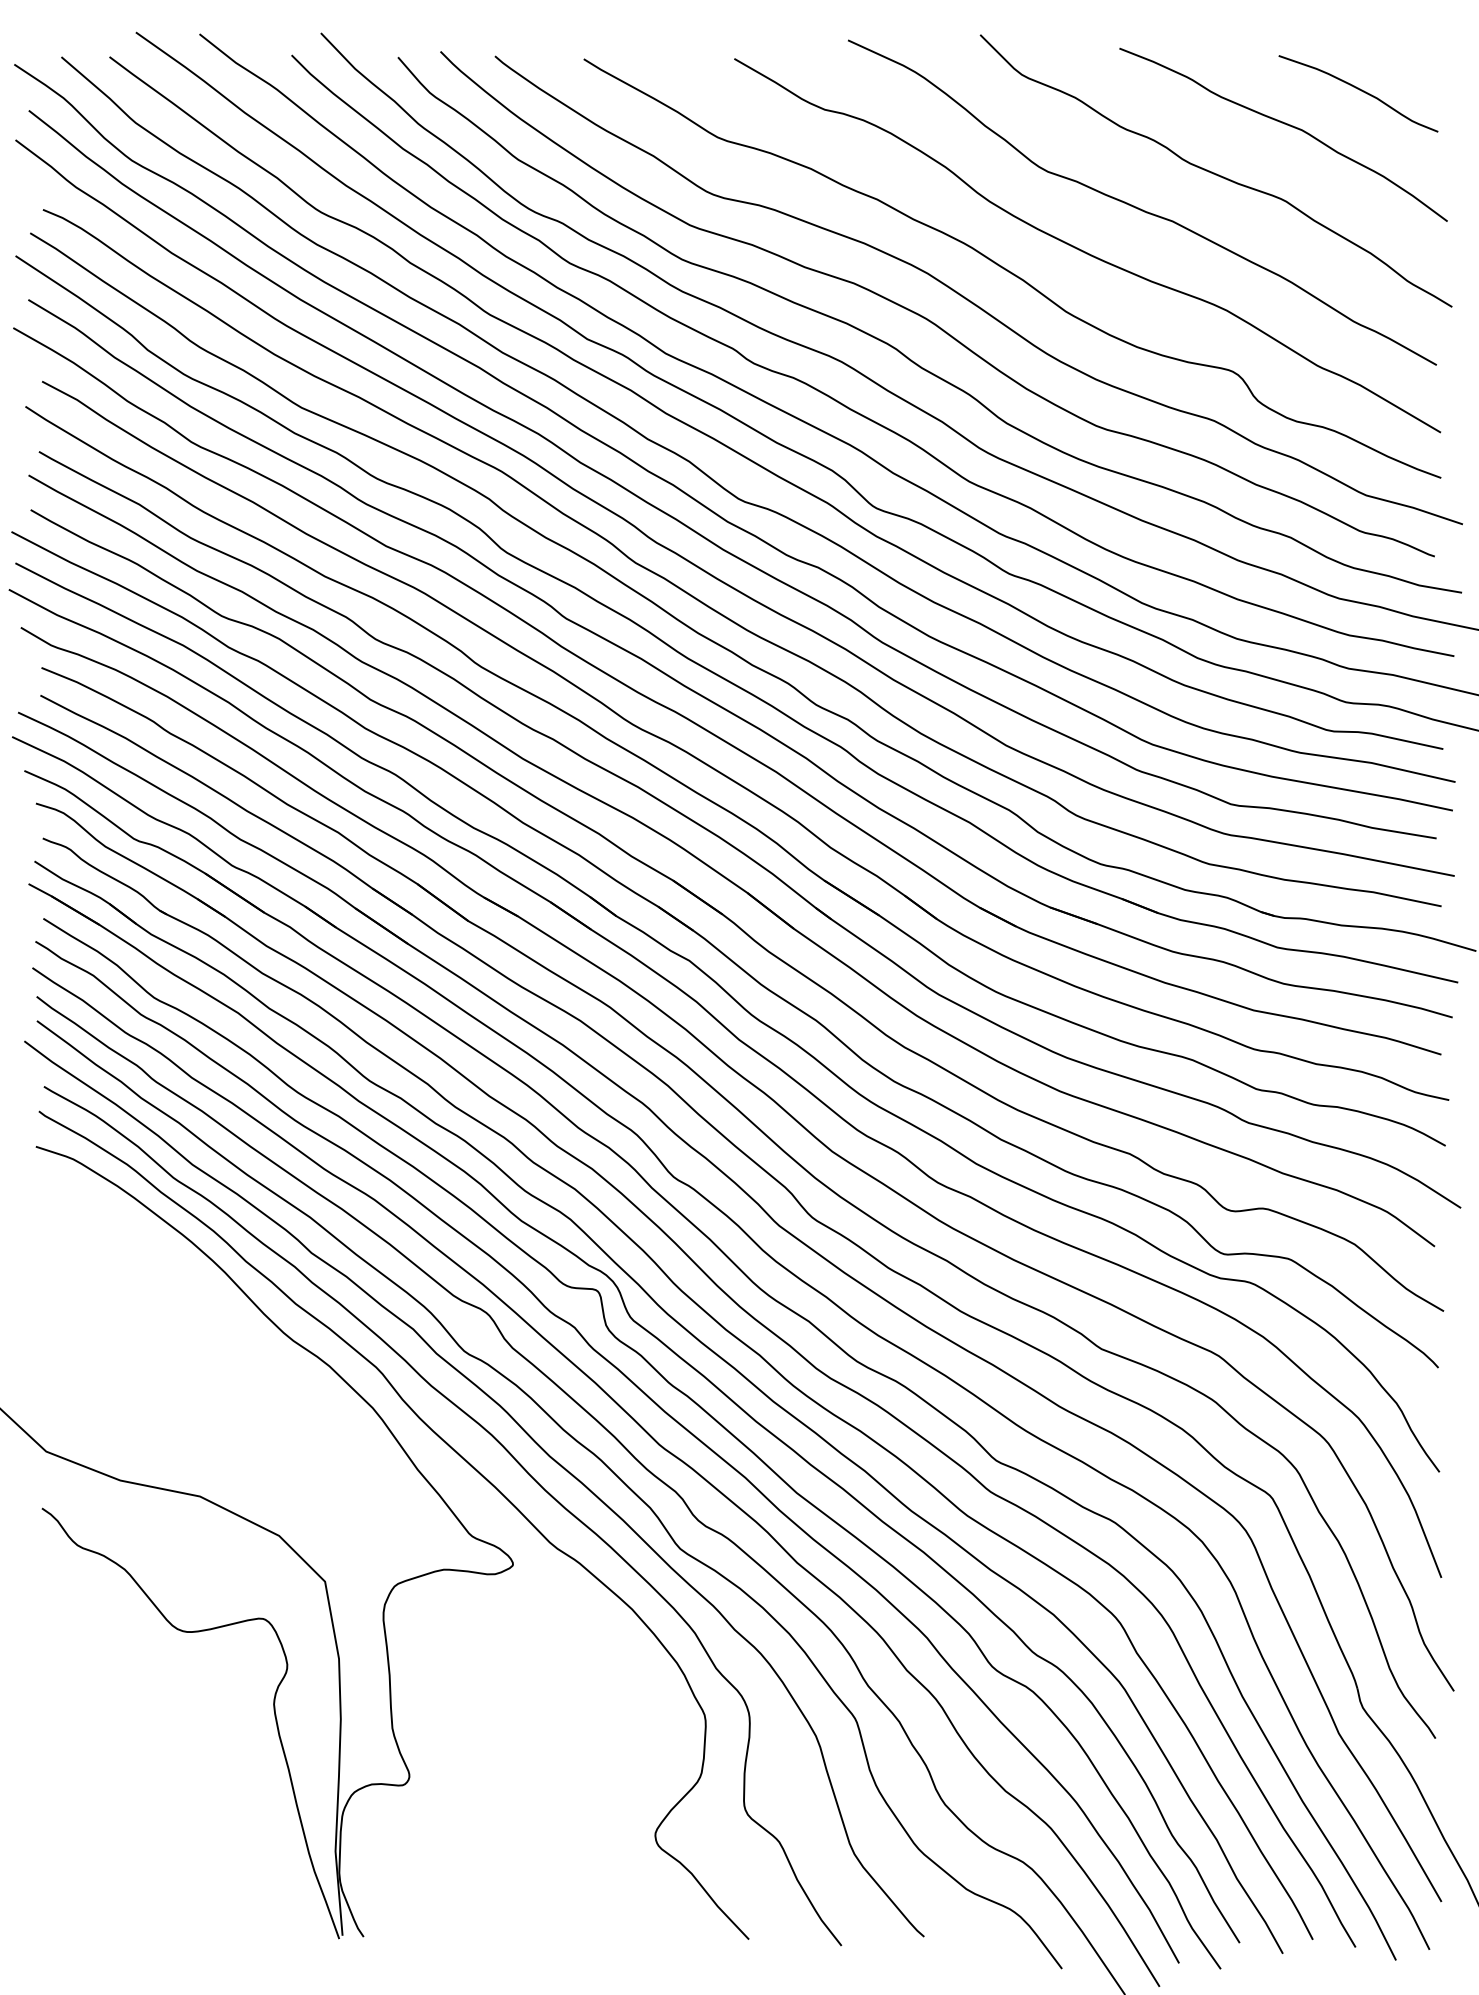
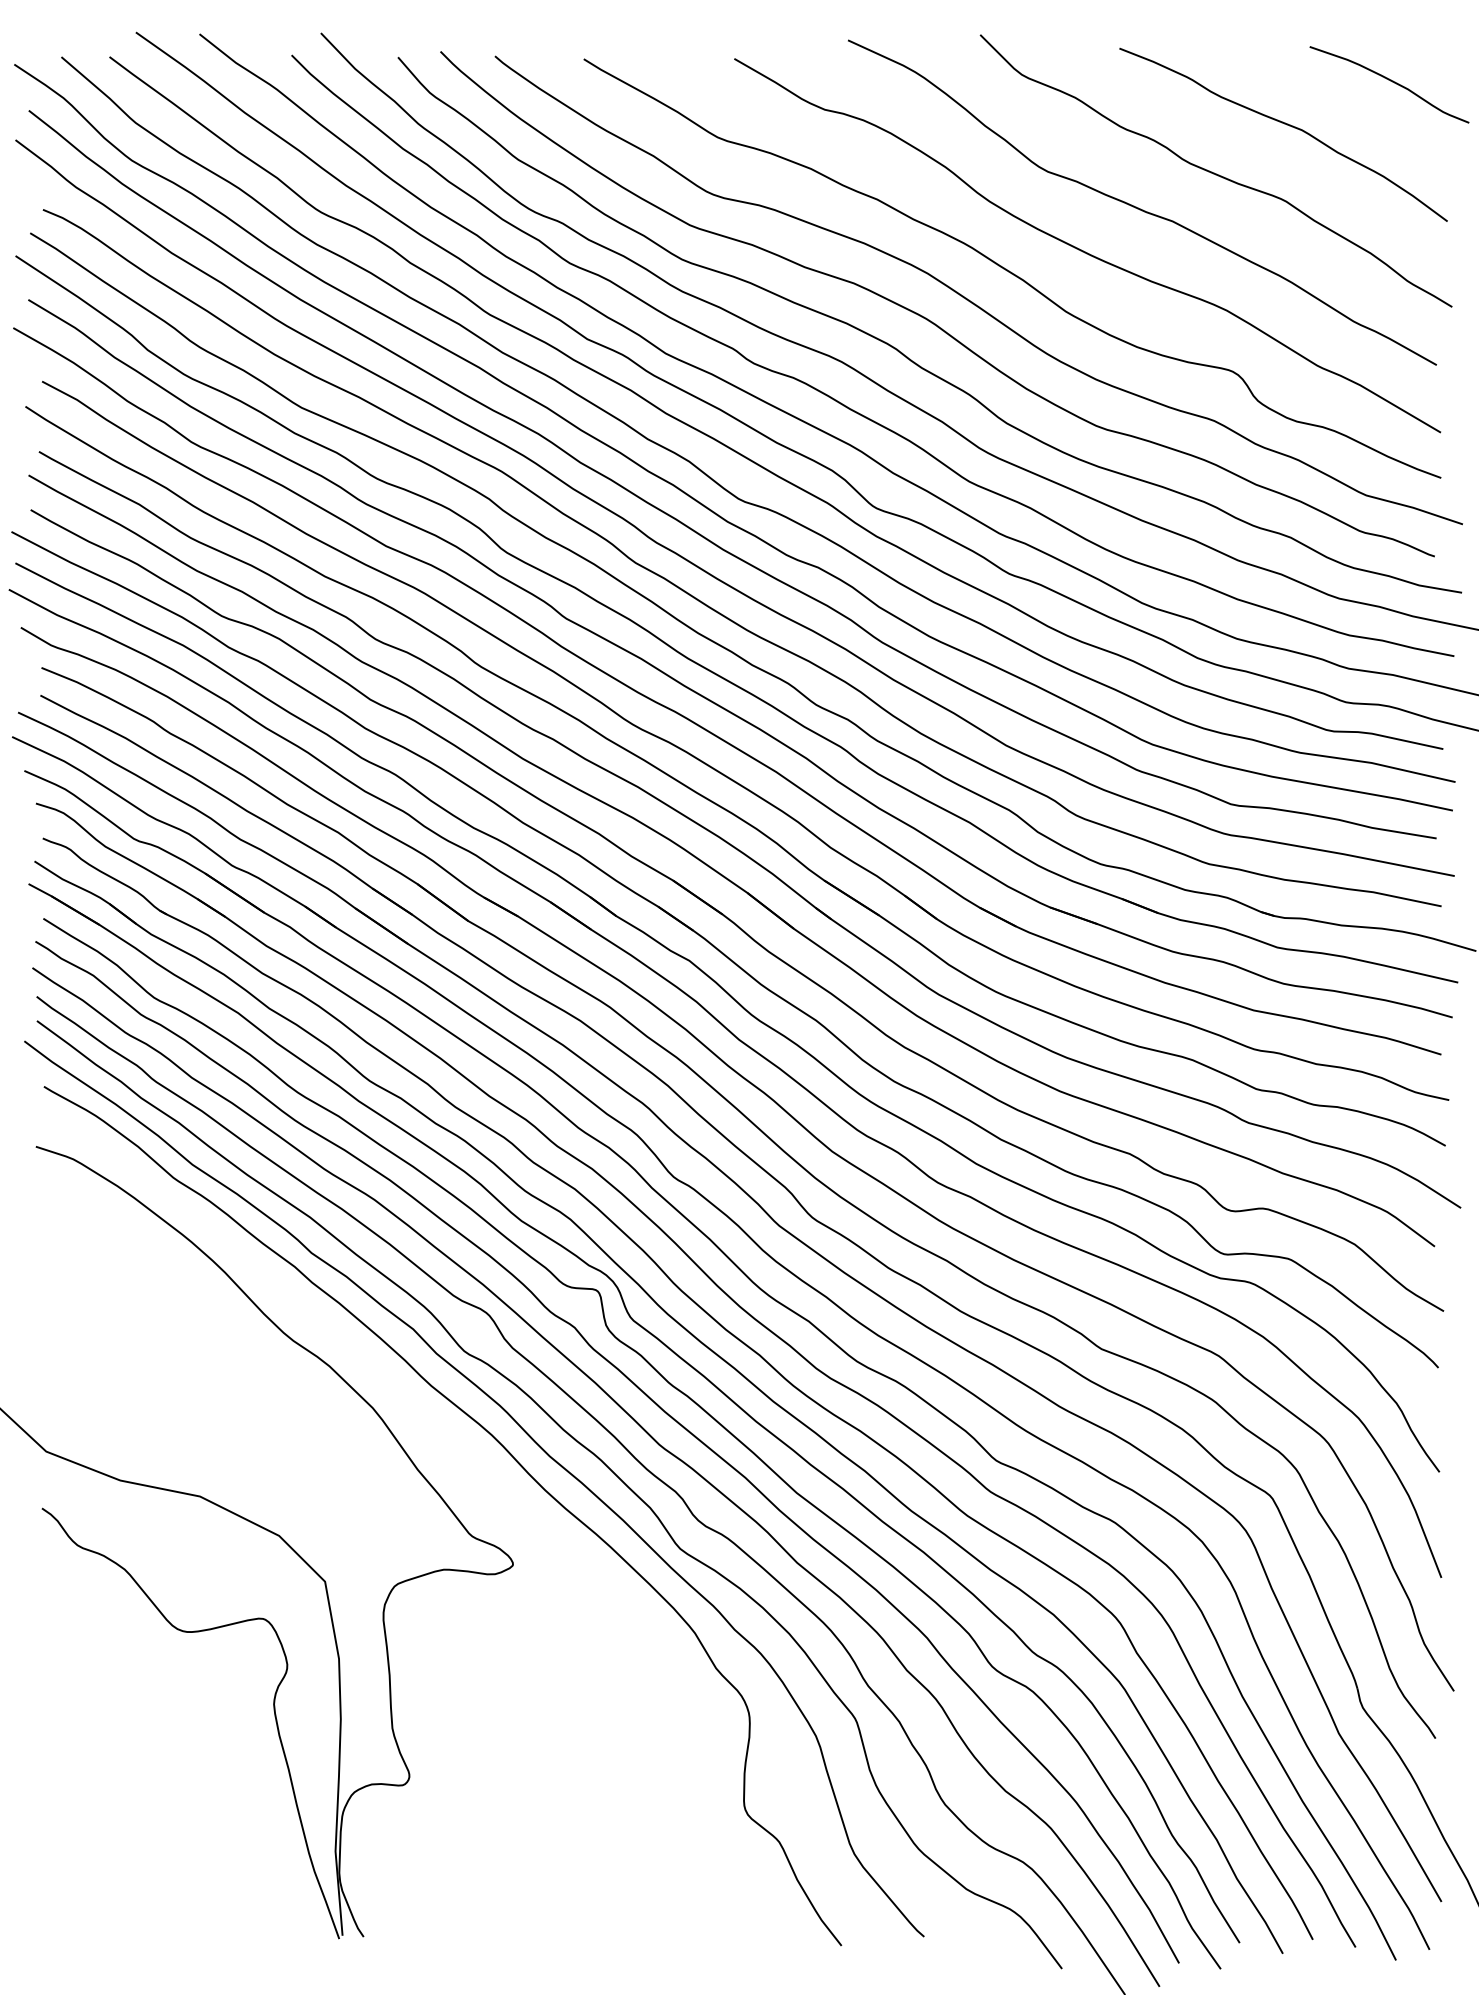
curve at (1359, 90) position: (1359, 90) -> (1390, 81)
curve at (460, 1457): present -> none
